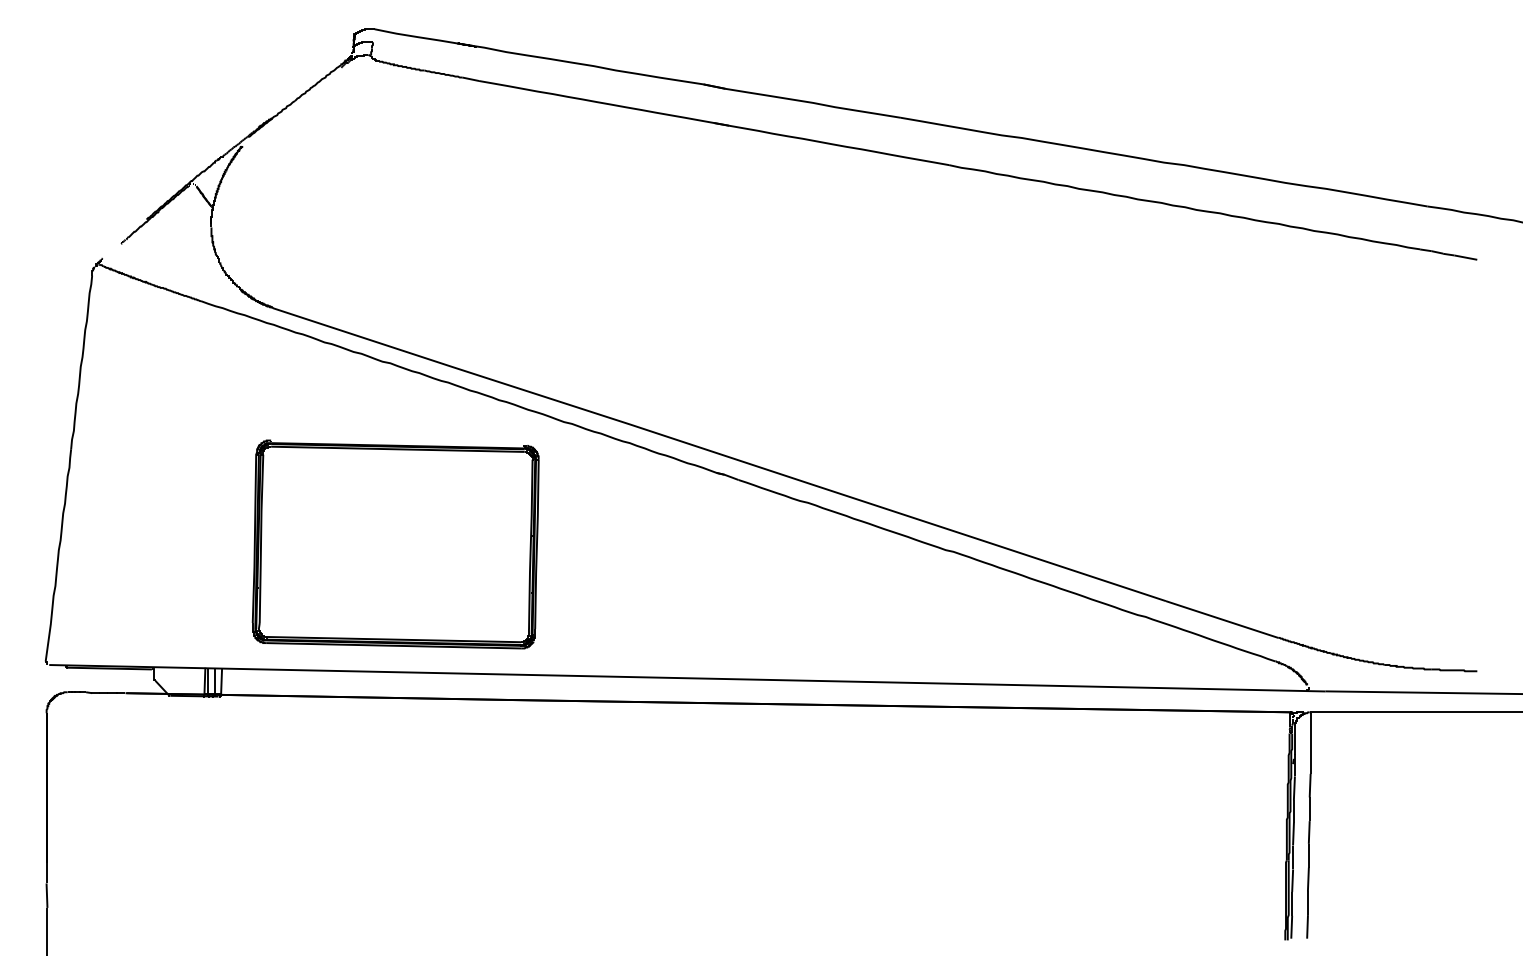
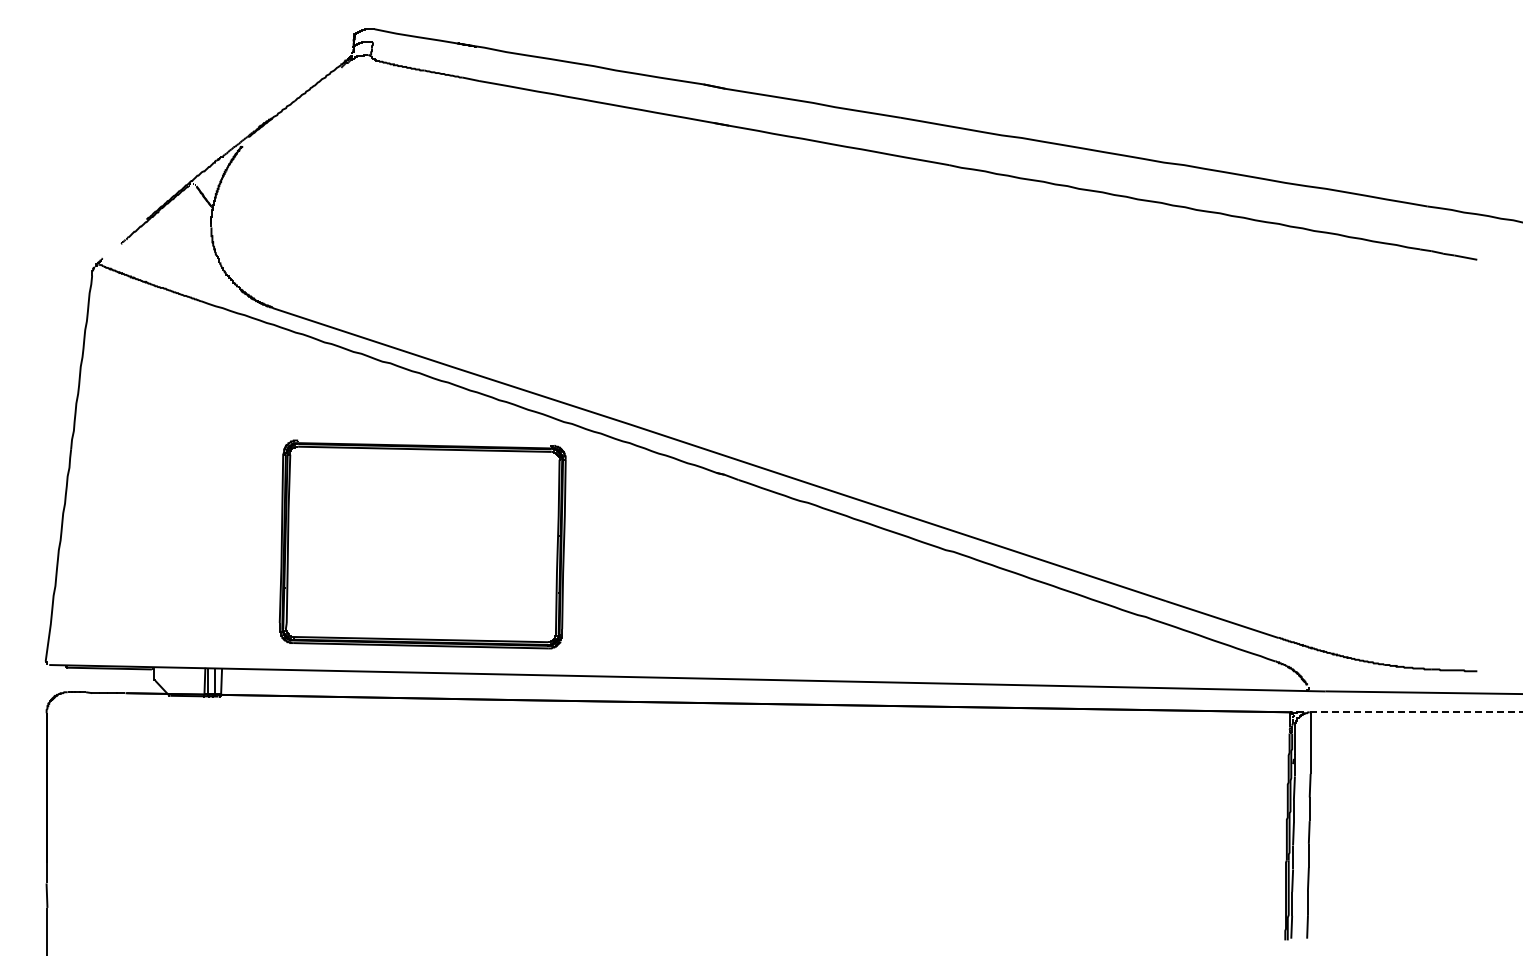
part at (395, 544) position: (395, 544) -> (422, 544)
line at (1416, 712): solid -> dashed
